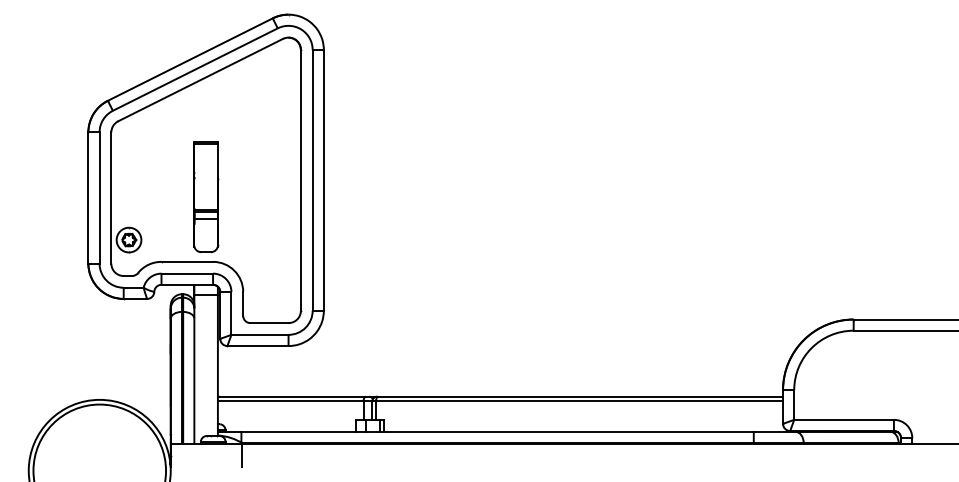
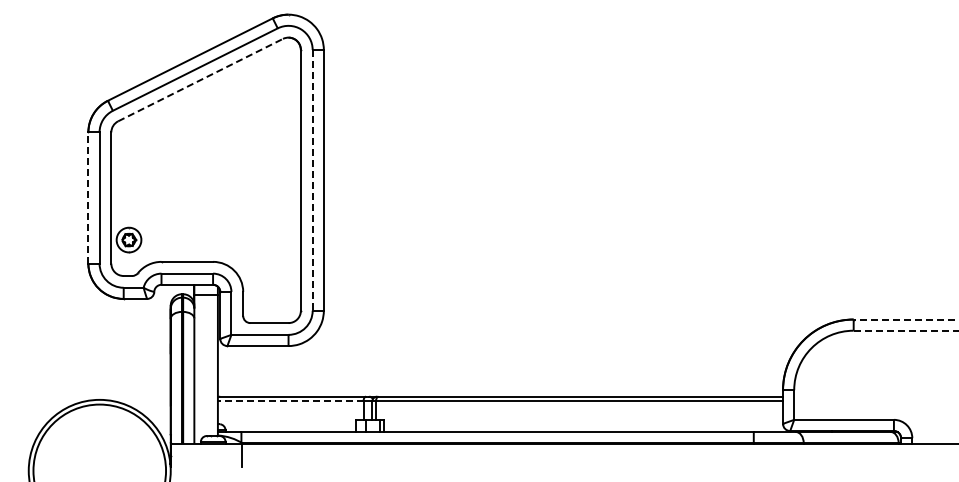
line at (201, 79): solid -> dashed
line at (312, 180): solid -> dashed
part at (206, 197): present -> none
line at (88, 198): solid -> dashed
line at (905, 319): solid -> dashed
line at (906, 330): solid -> dashed
line at (290, 401): solid -> dashed
